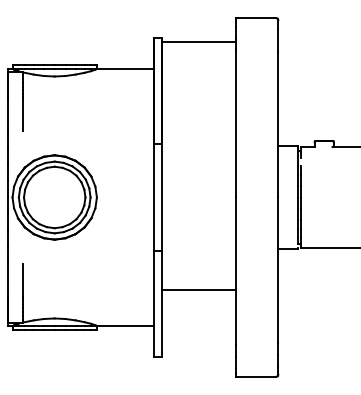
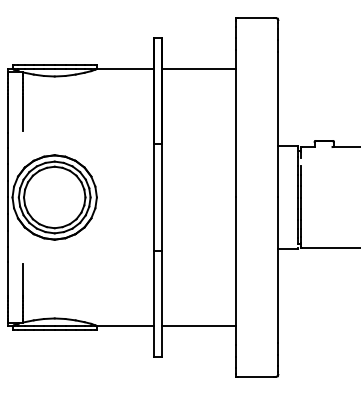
line at (199, 41) position: (199, 41) -> (199, 68)
line at (199, 290) position: (199, 290) -> (199, 326)
